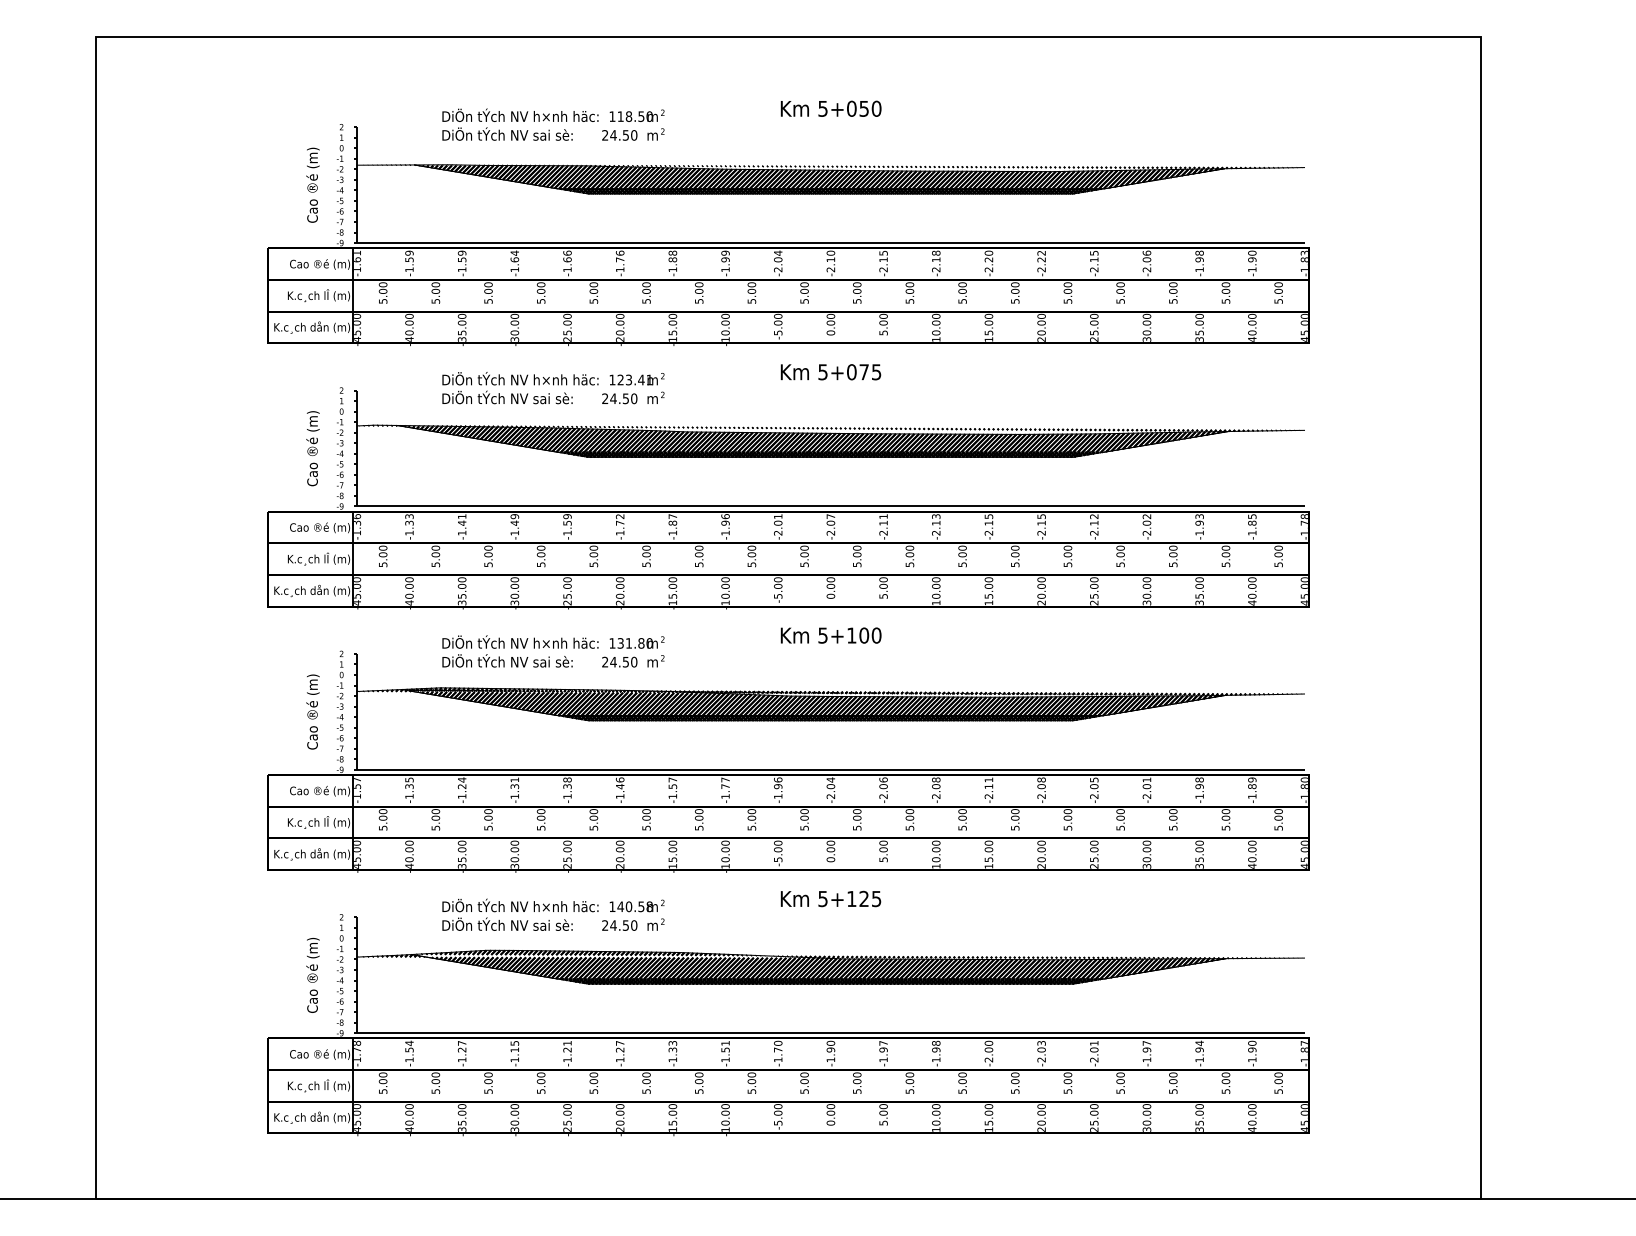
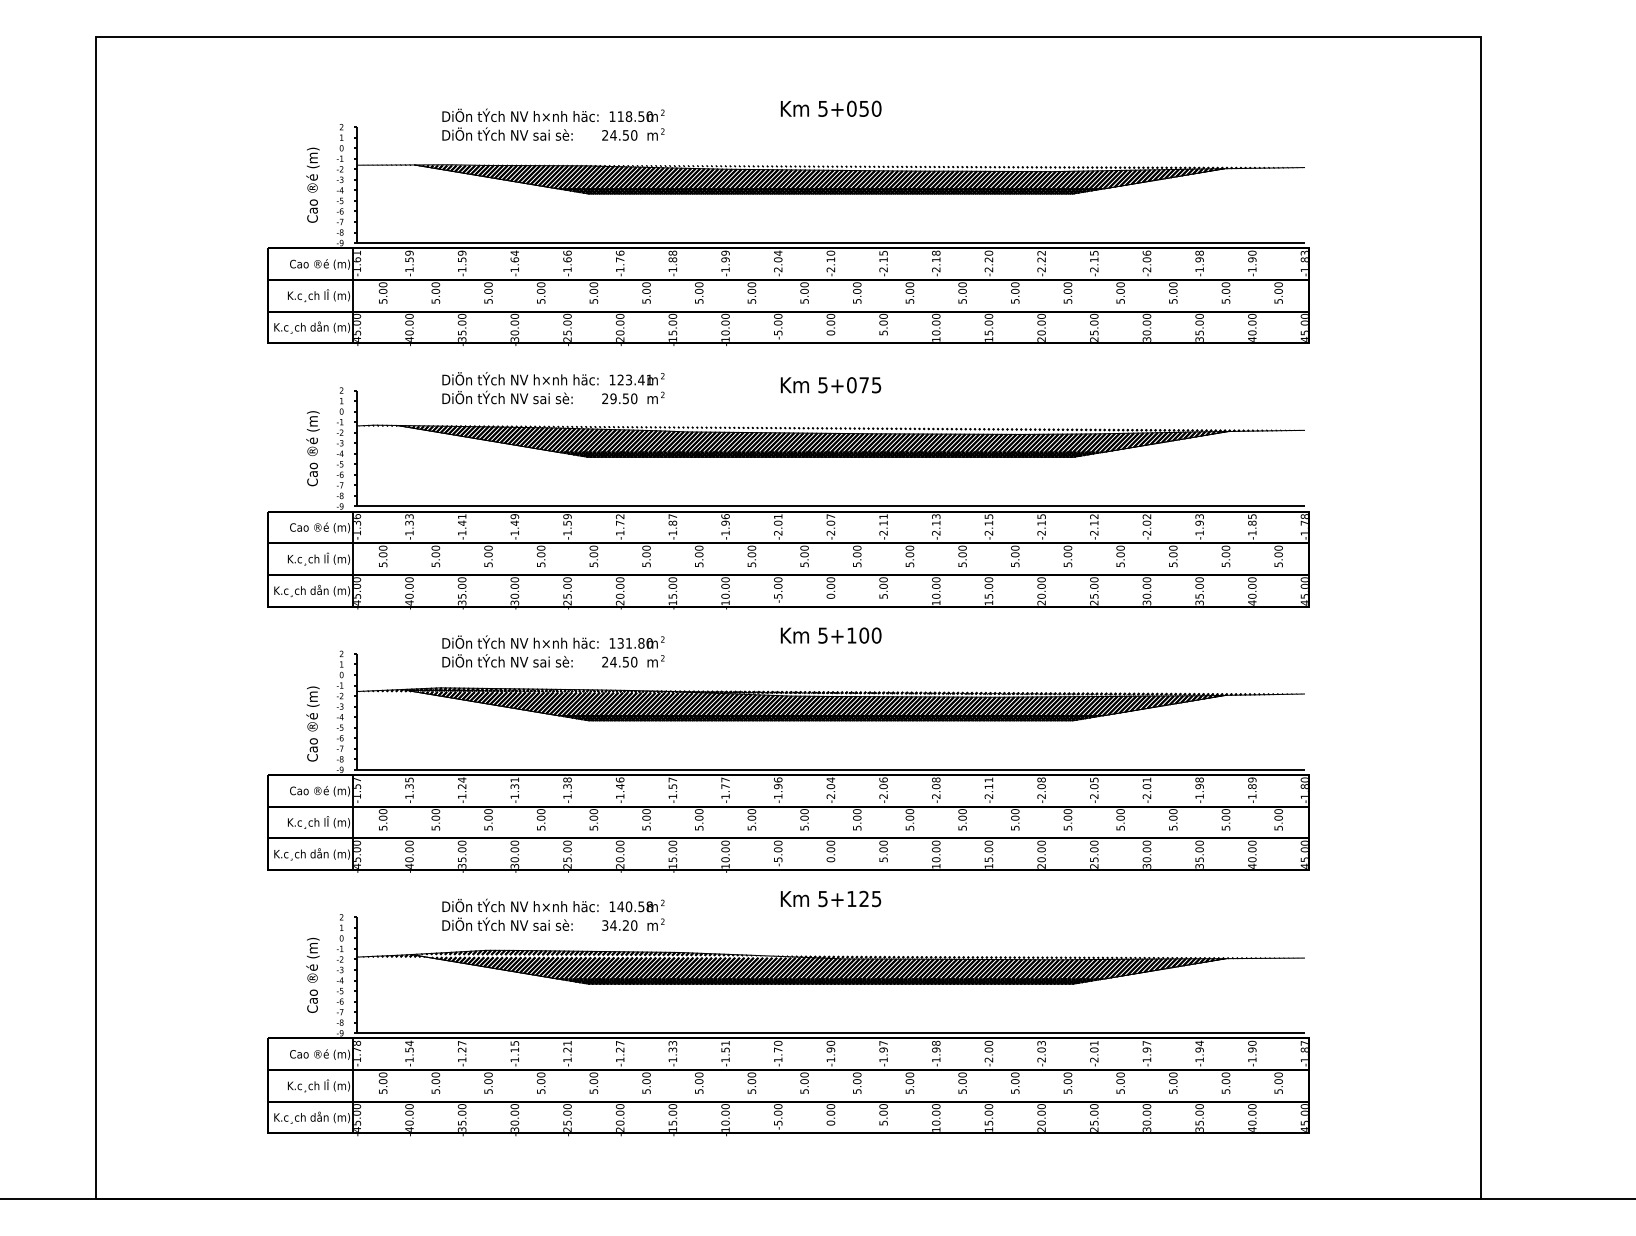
text at (830, 372) position: (830, 372) -> (830, 385)
text at (613, 398): 24.50 -> 29.50
text at (312, 711) position: (312, 711) -> (312, 723)
text at (615, 925): 24.50 -> 34.20
